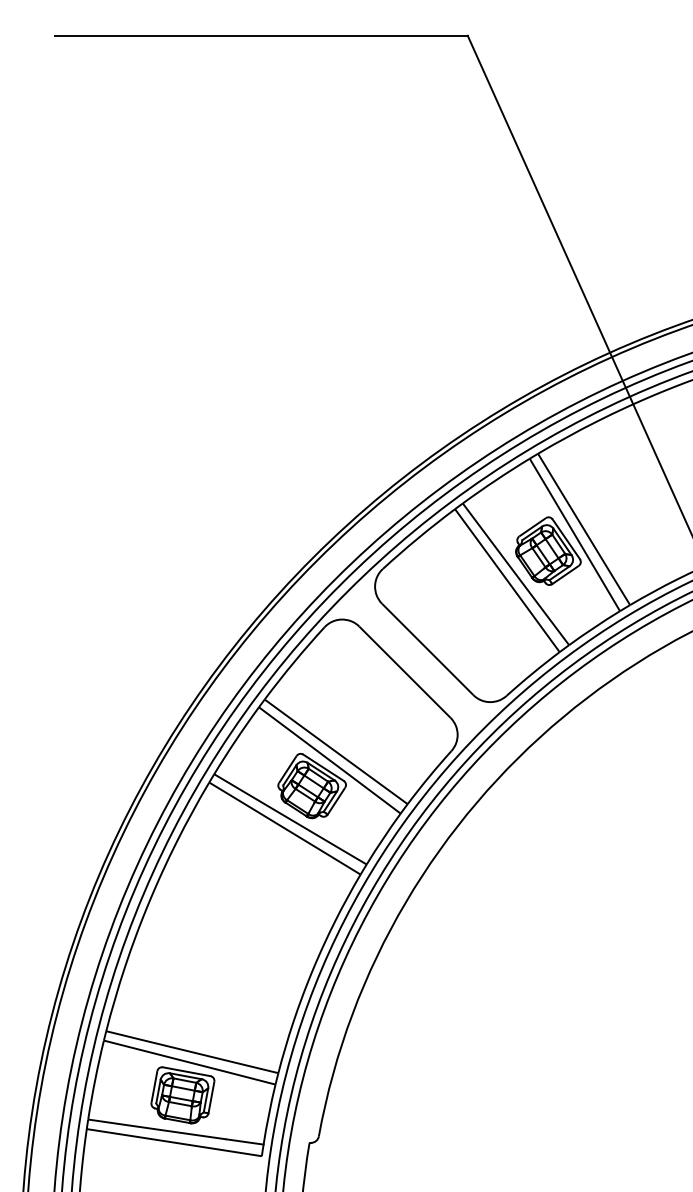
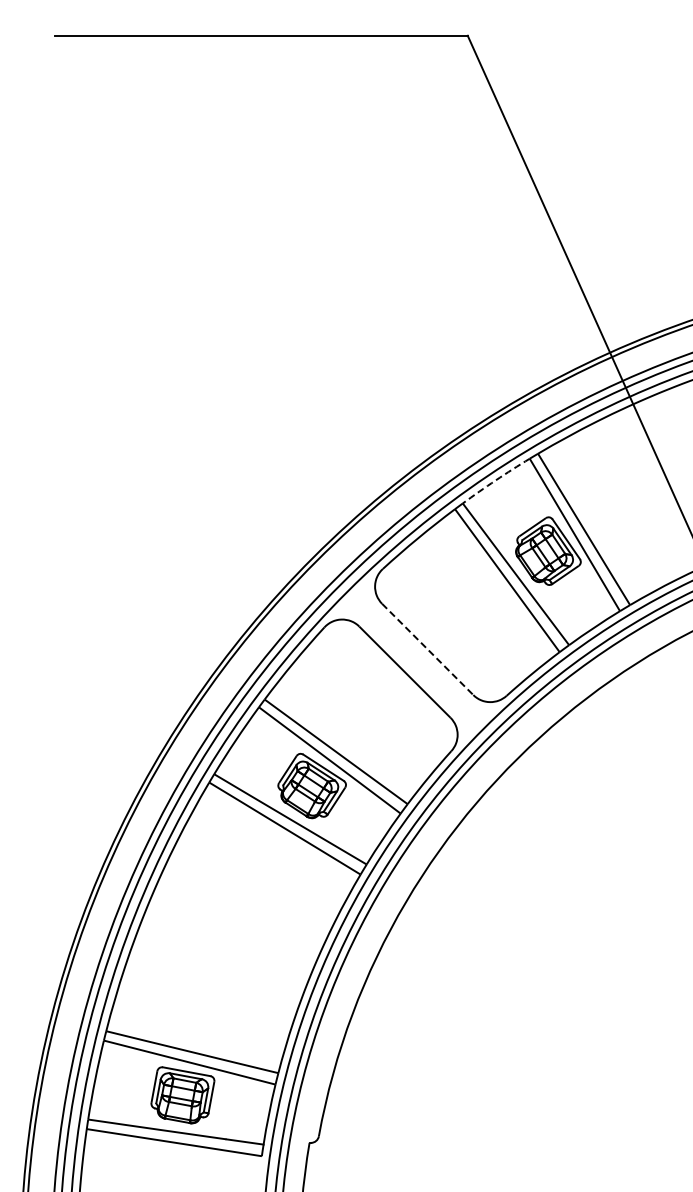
arc at (495, 480): solid -> dashed
line at (428, 649): solid -> dashed
